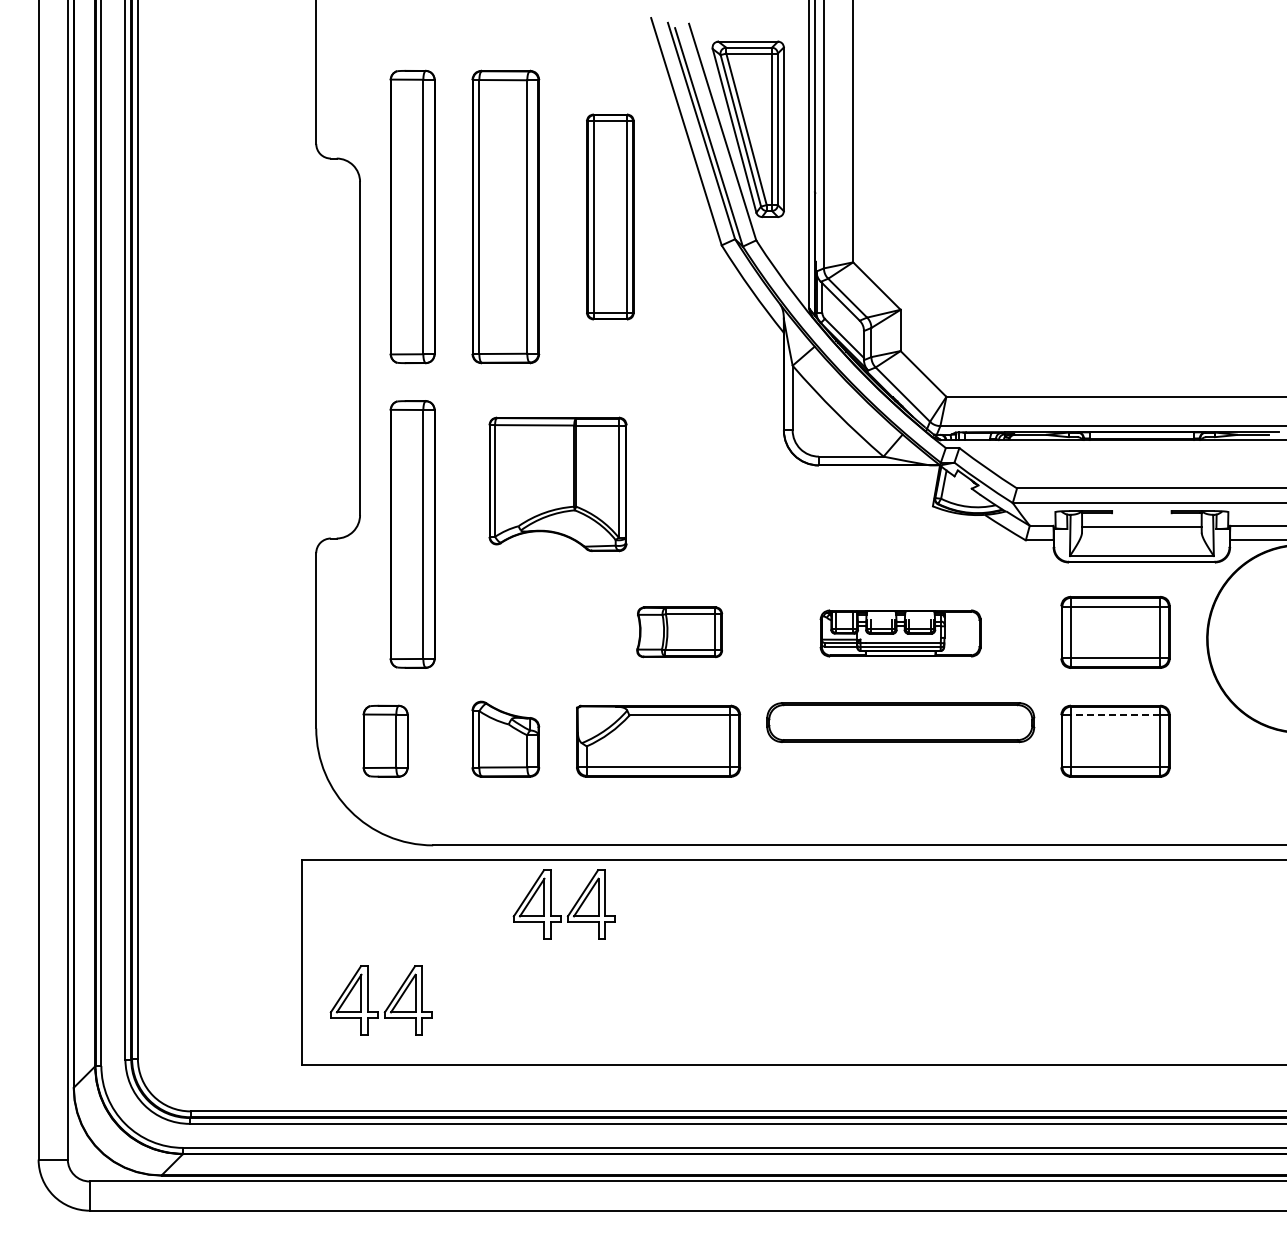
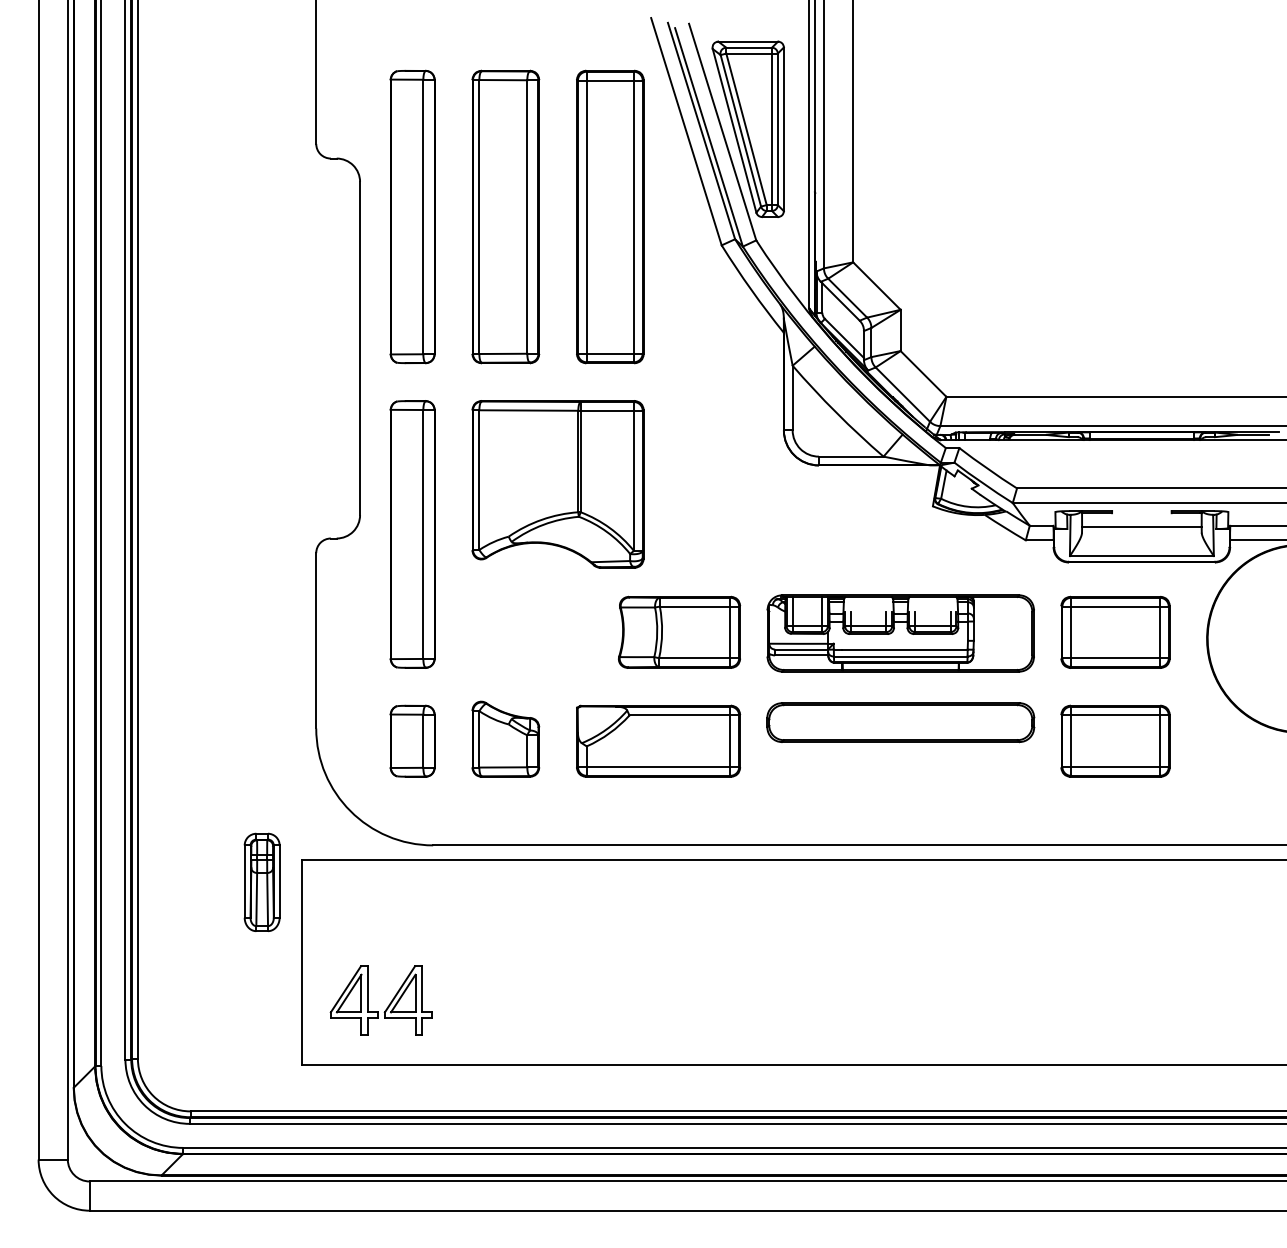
part at (610, 216) size: 49x208 px -> 69x296 px
part at (557, 484) size: 140x137 px -> 174x169 px
part at (679, 632) size: 88x53 px -> 124x74 px
part at (900, 633) size: 163x49 px -> 269x79 px
line at (1115, 715): dashed -> solid
part at (385, 740) position: (385, 740) -> (412, 740)
part at (261, 881): none -> present
part at (570, 910): present -> none
